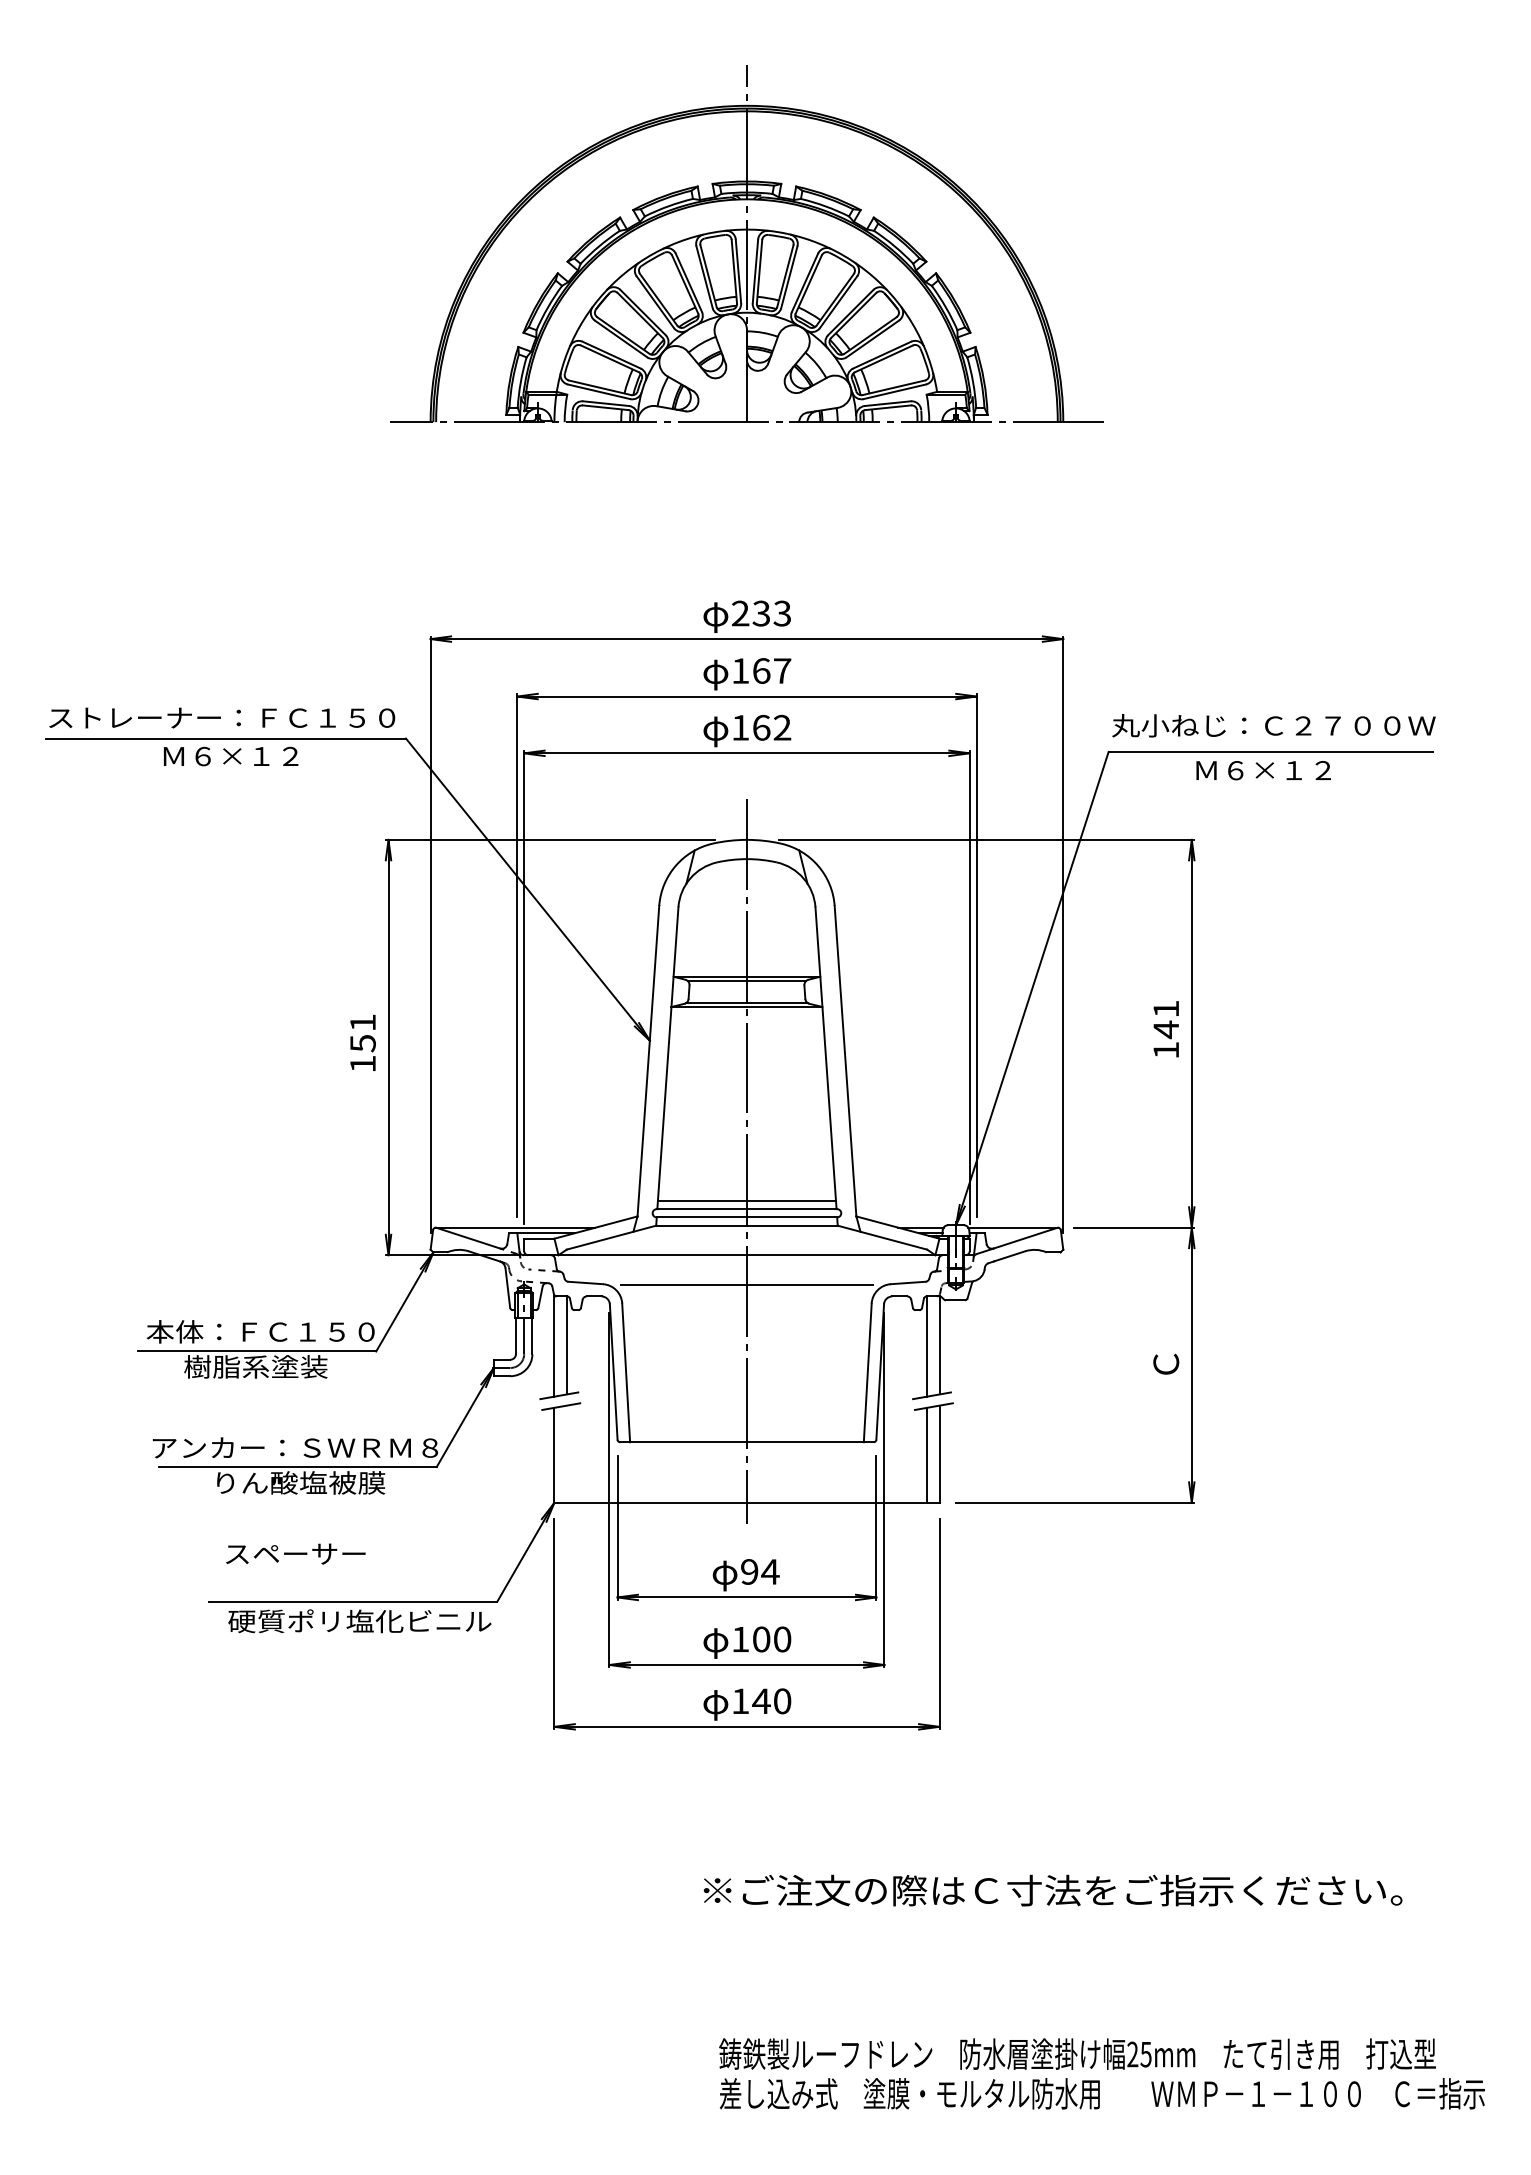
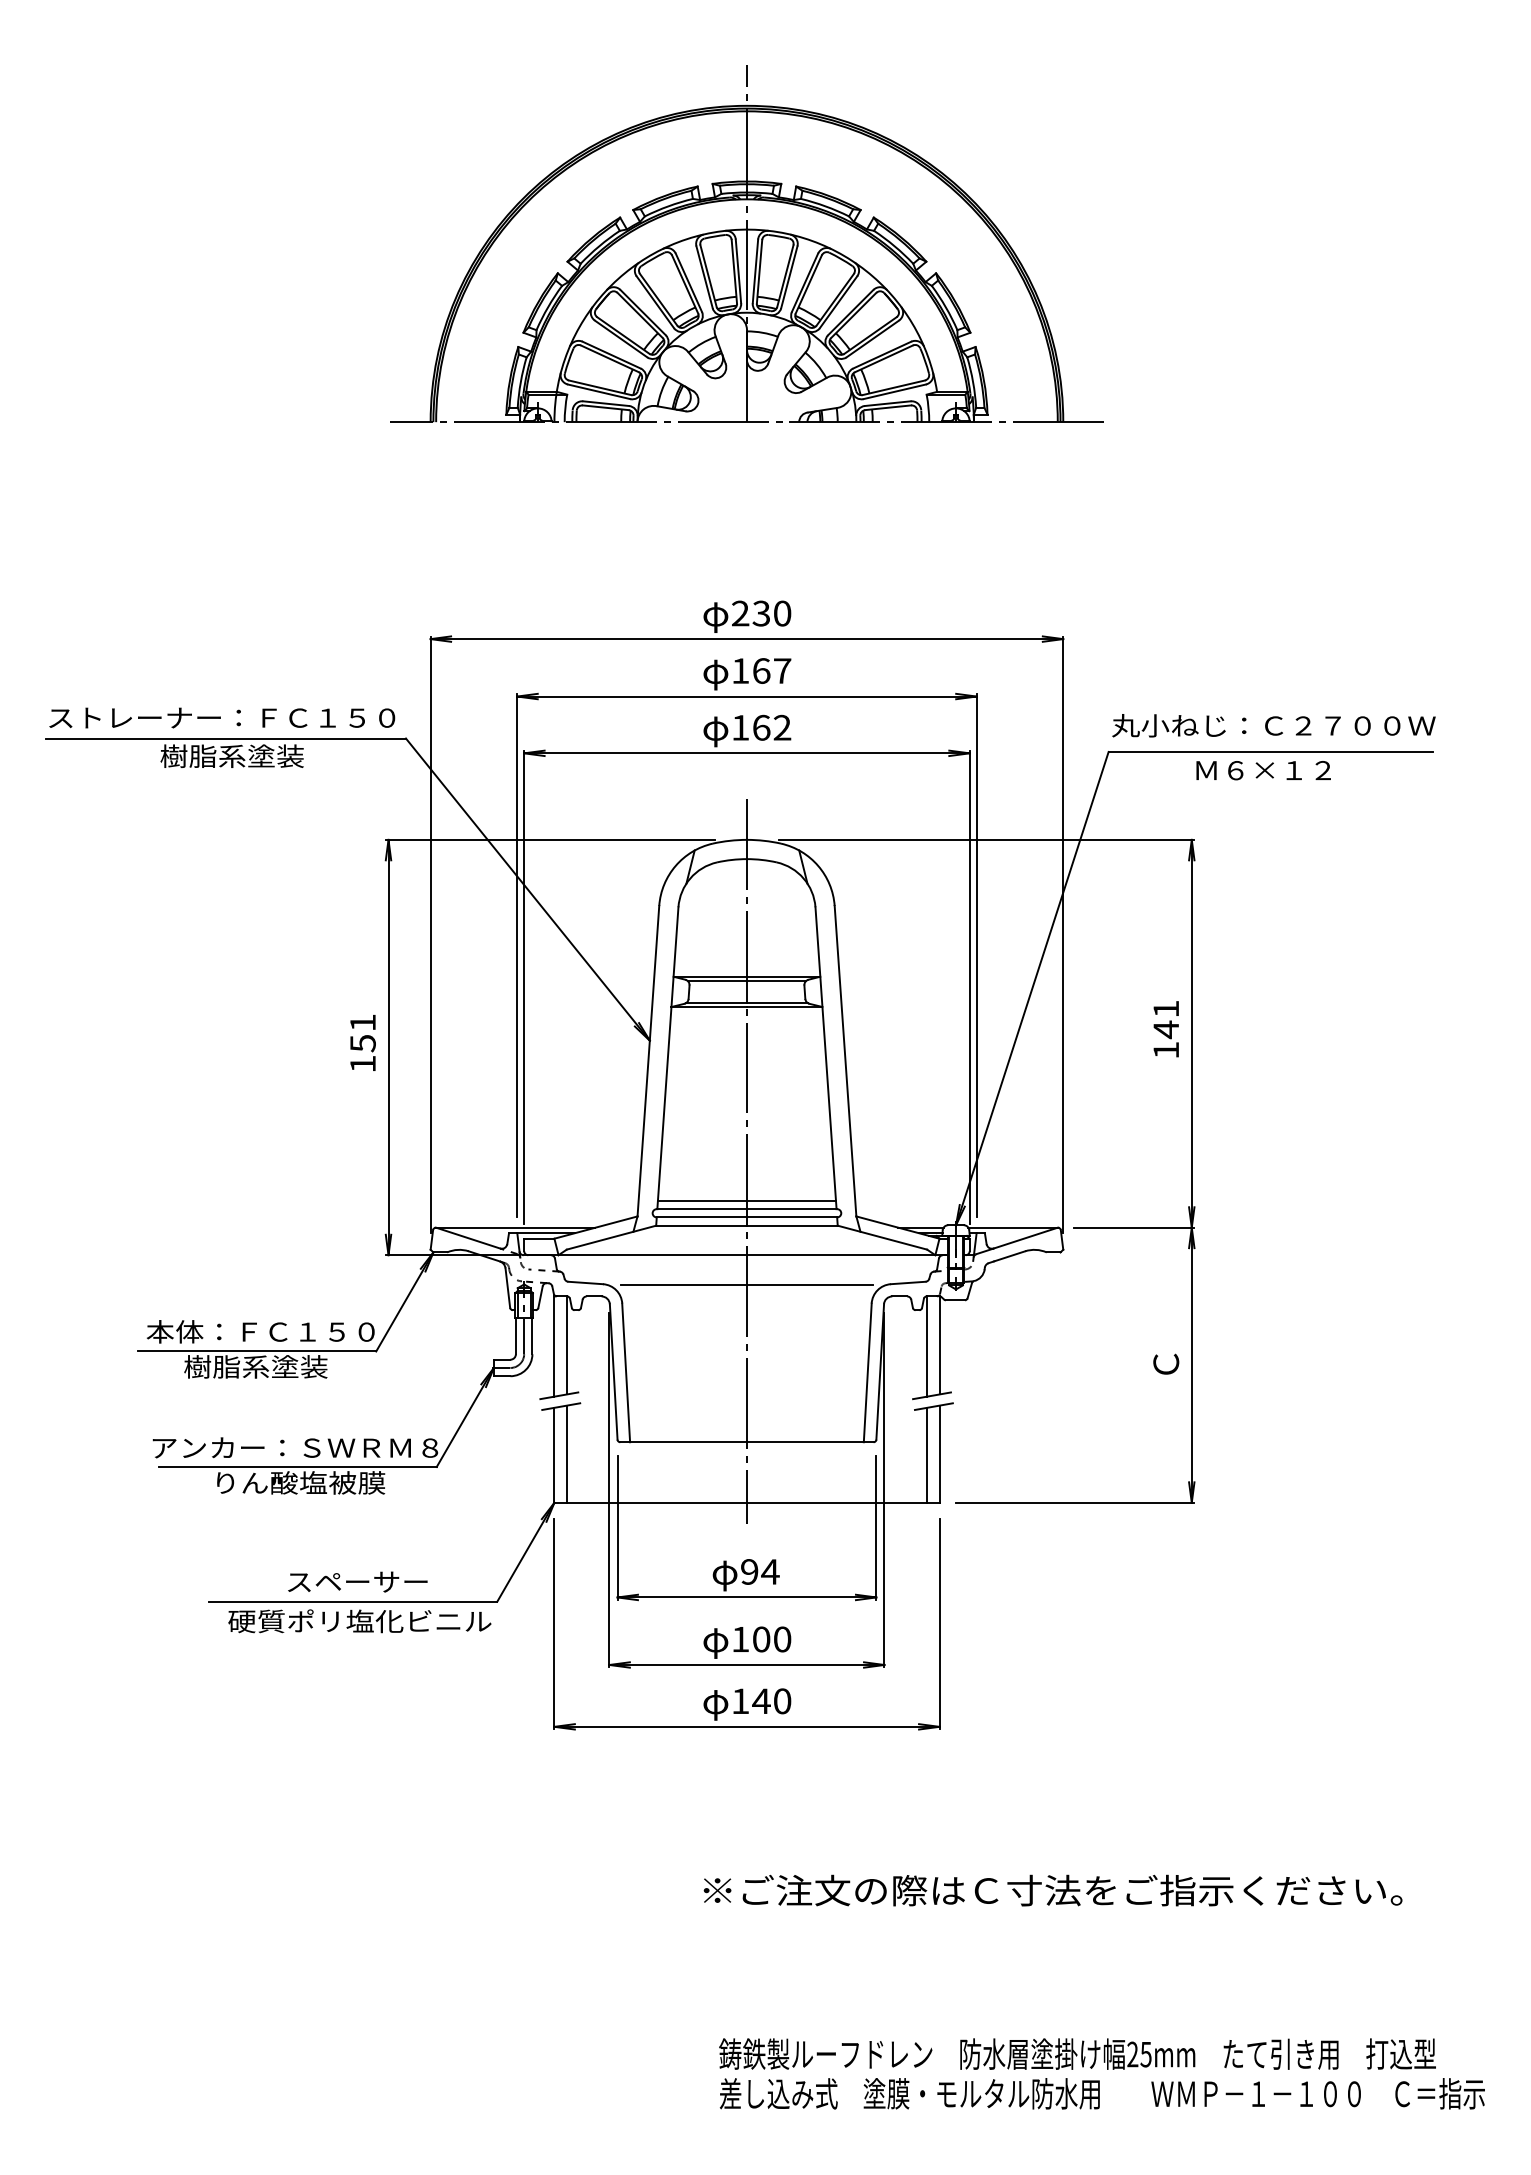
text at (782, 613): 233 -> 230
text at (231, 756): Ｍ６×１２ -> 樹脂系塗装
line at (566, 1453): none -> present
text at (295, 1553) position: (295, 1553) -> (357, 1581)
